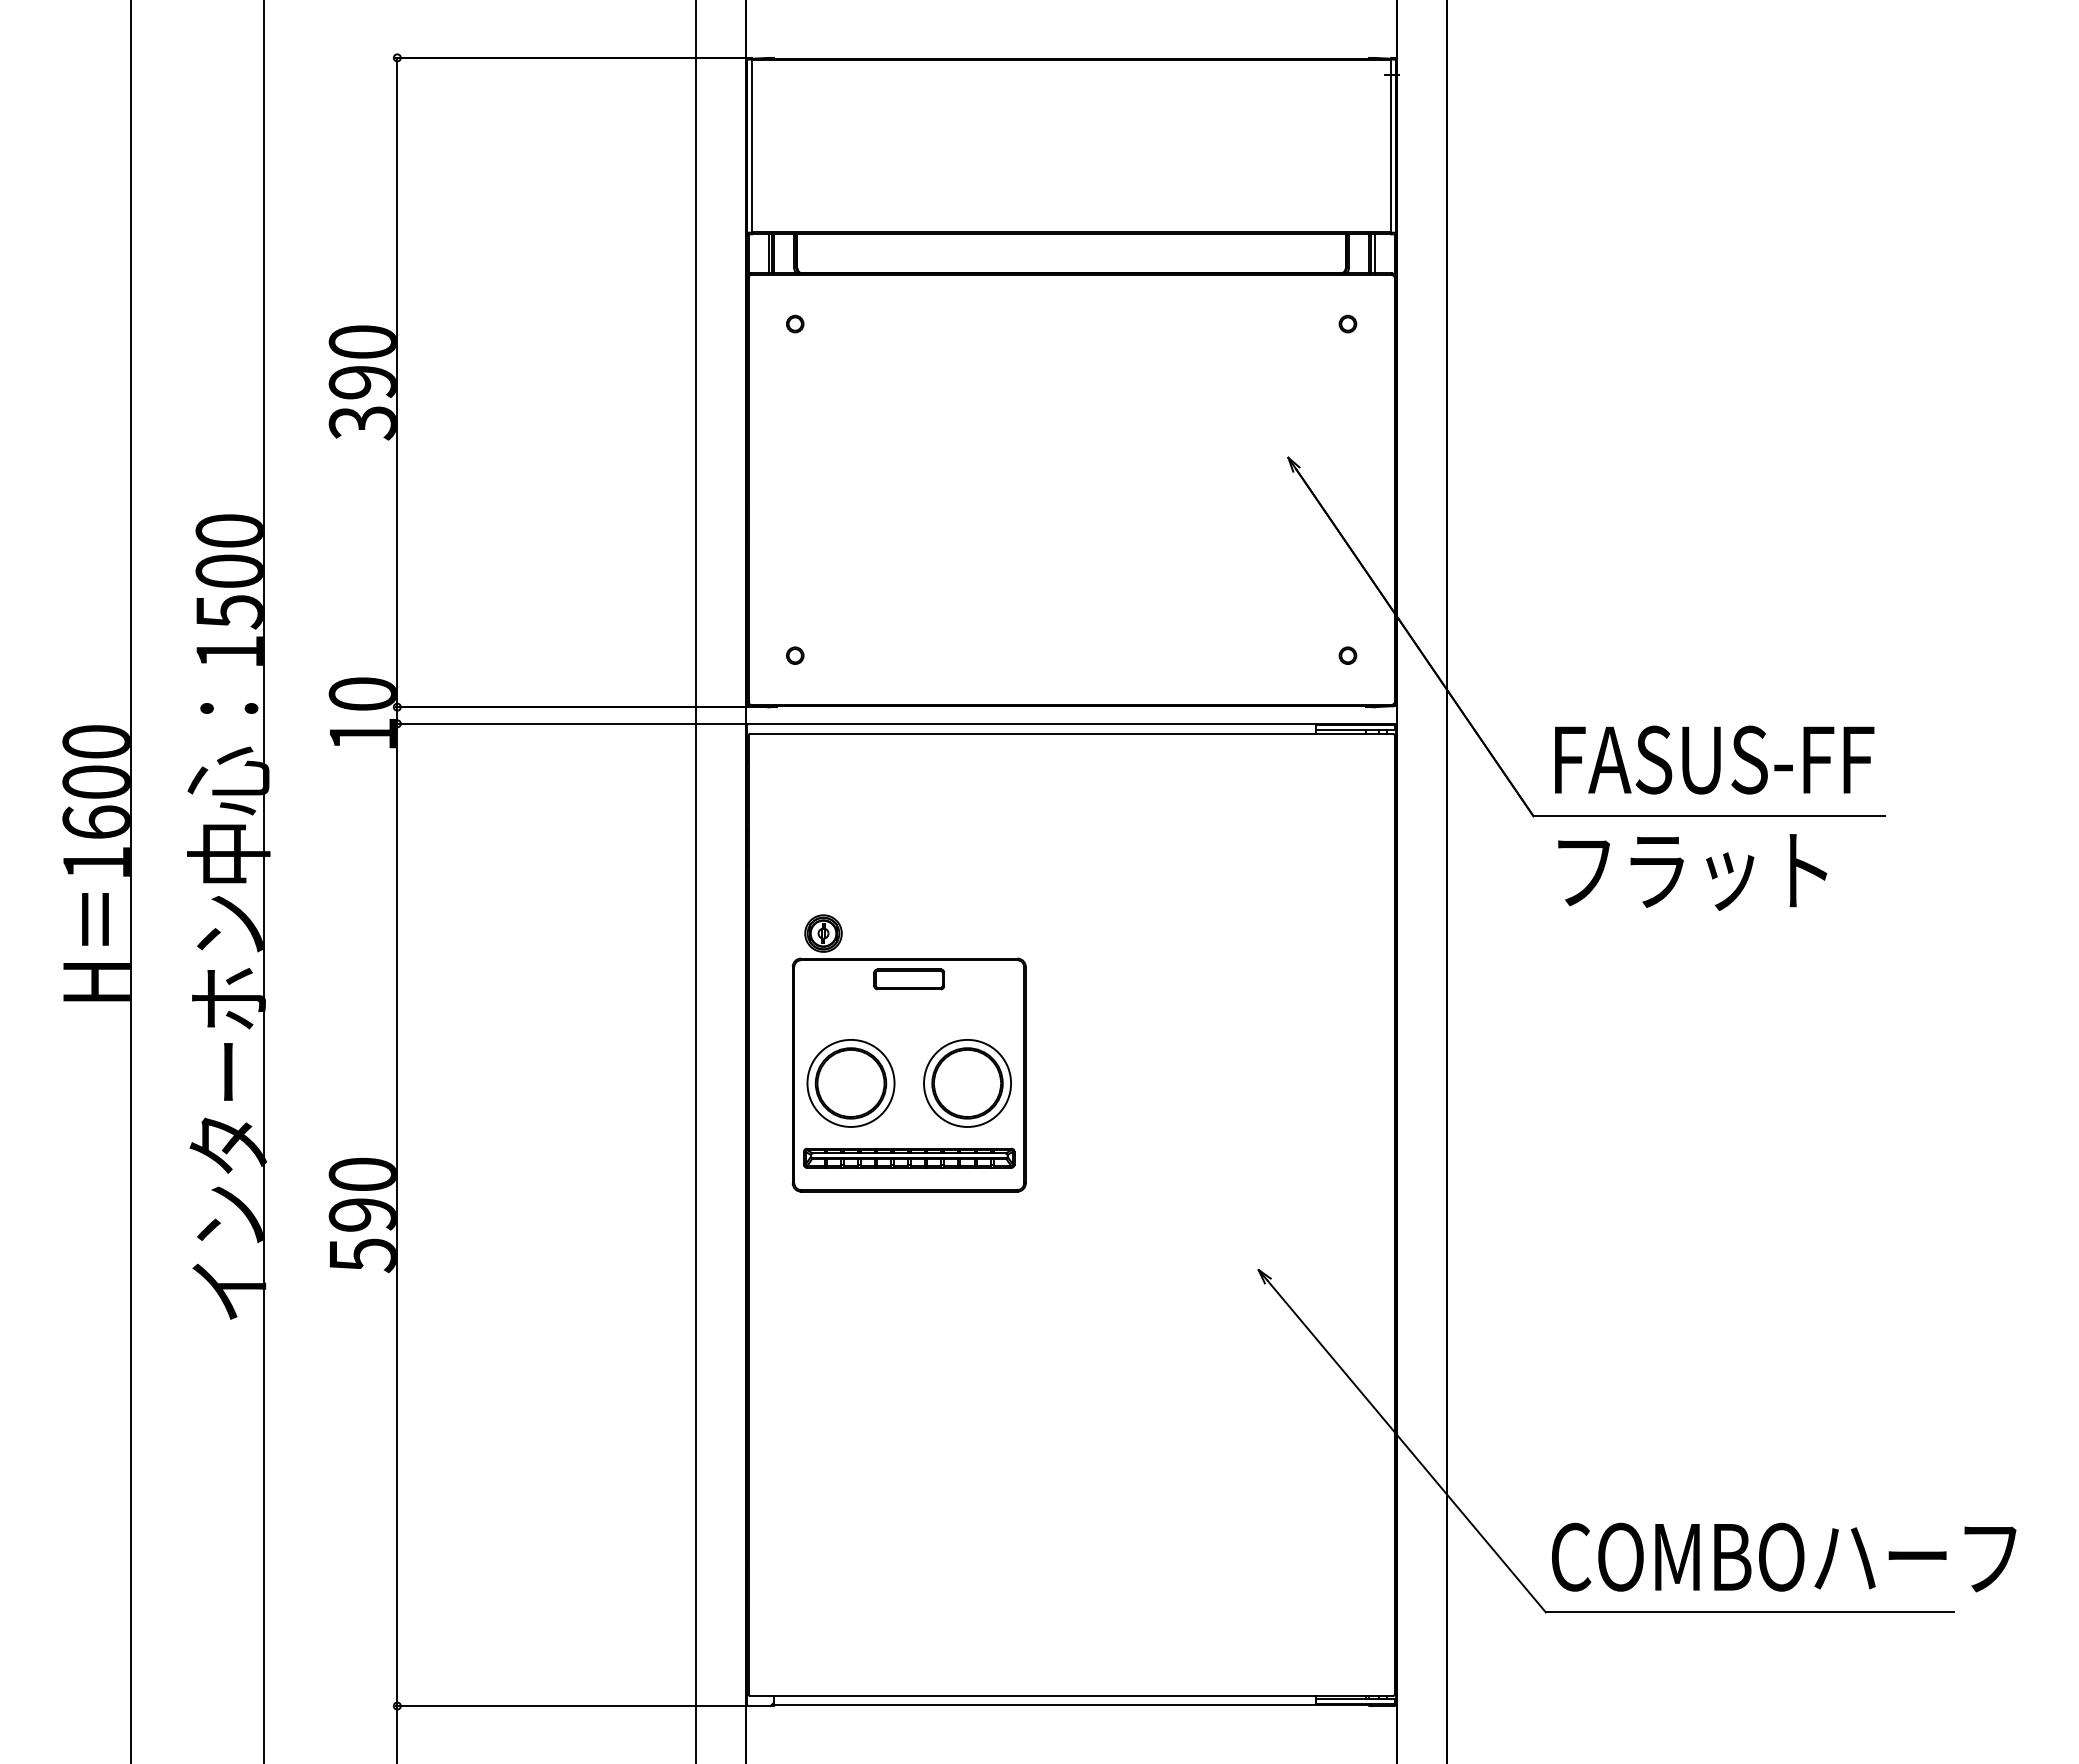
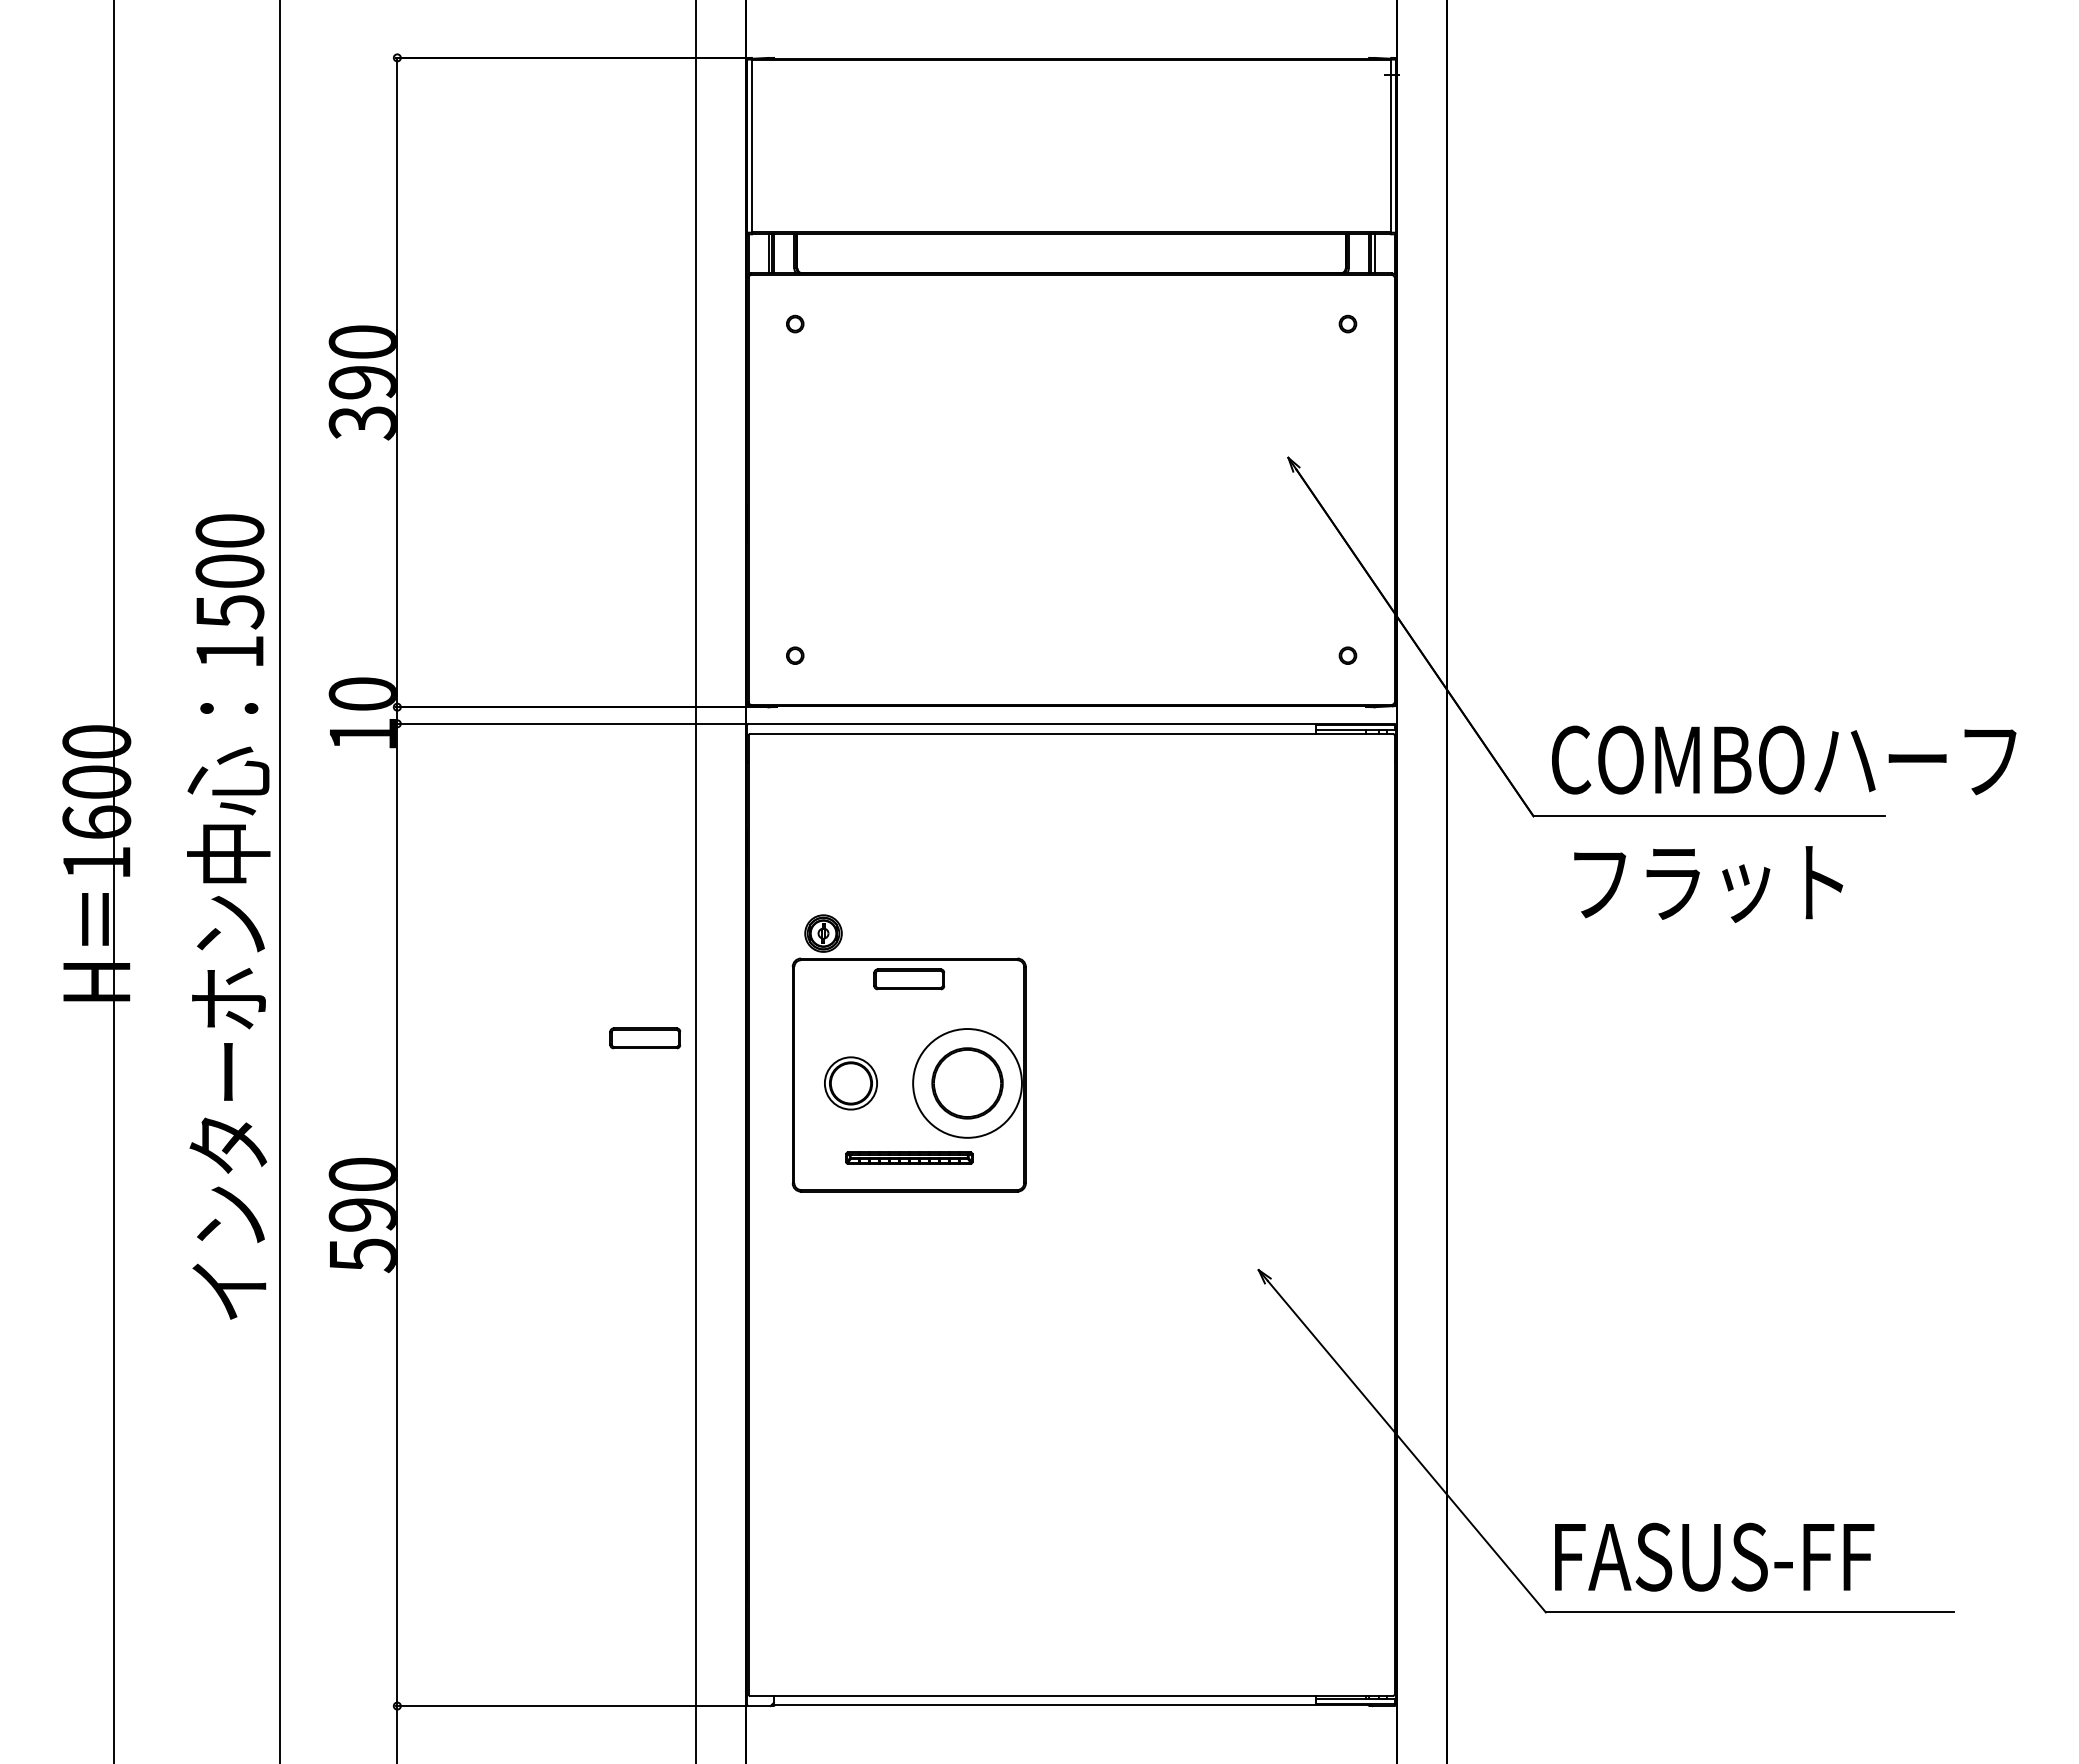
text at (1784, 760): FASUS-FF -> COMBOハーフ
text at (1692, 872) position: (1692, 872) -> (1708, 884)
line at (130, 881) position: (130, 881) -> (113, 881)
line at (264, 881) position: (264, 881) -> (280, 881)
part at (645, 1038): none -> present
circle at (967, 1082) diameter: 87 px -> 109 px
part at (850, 1083) size: 90x89 px -> 54x55 px
part at (909, 1157) size: 213x22 px -> 129x14 px
text at (1784, 1557): COMBOハーフ -> FASUS-FF
